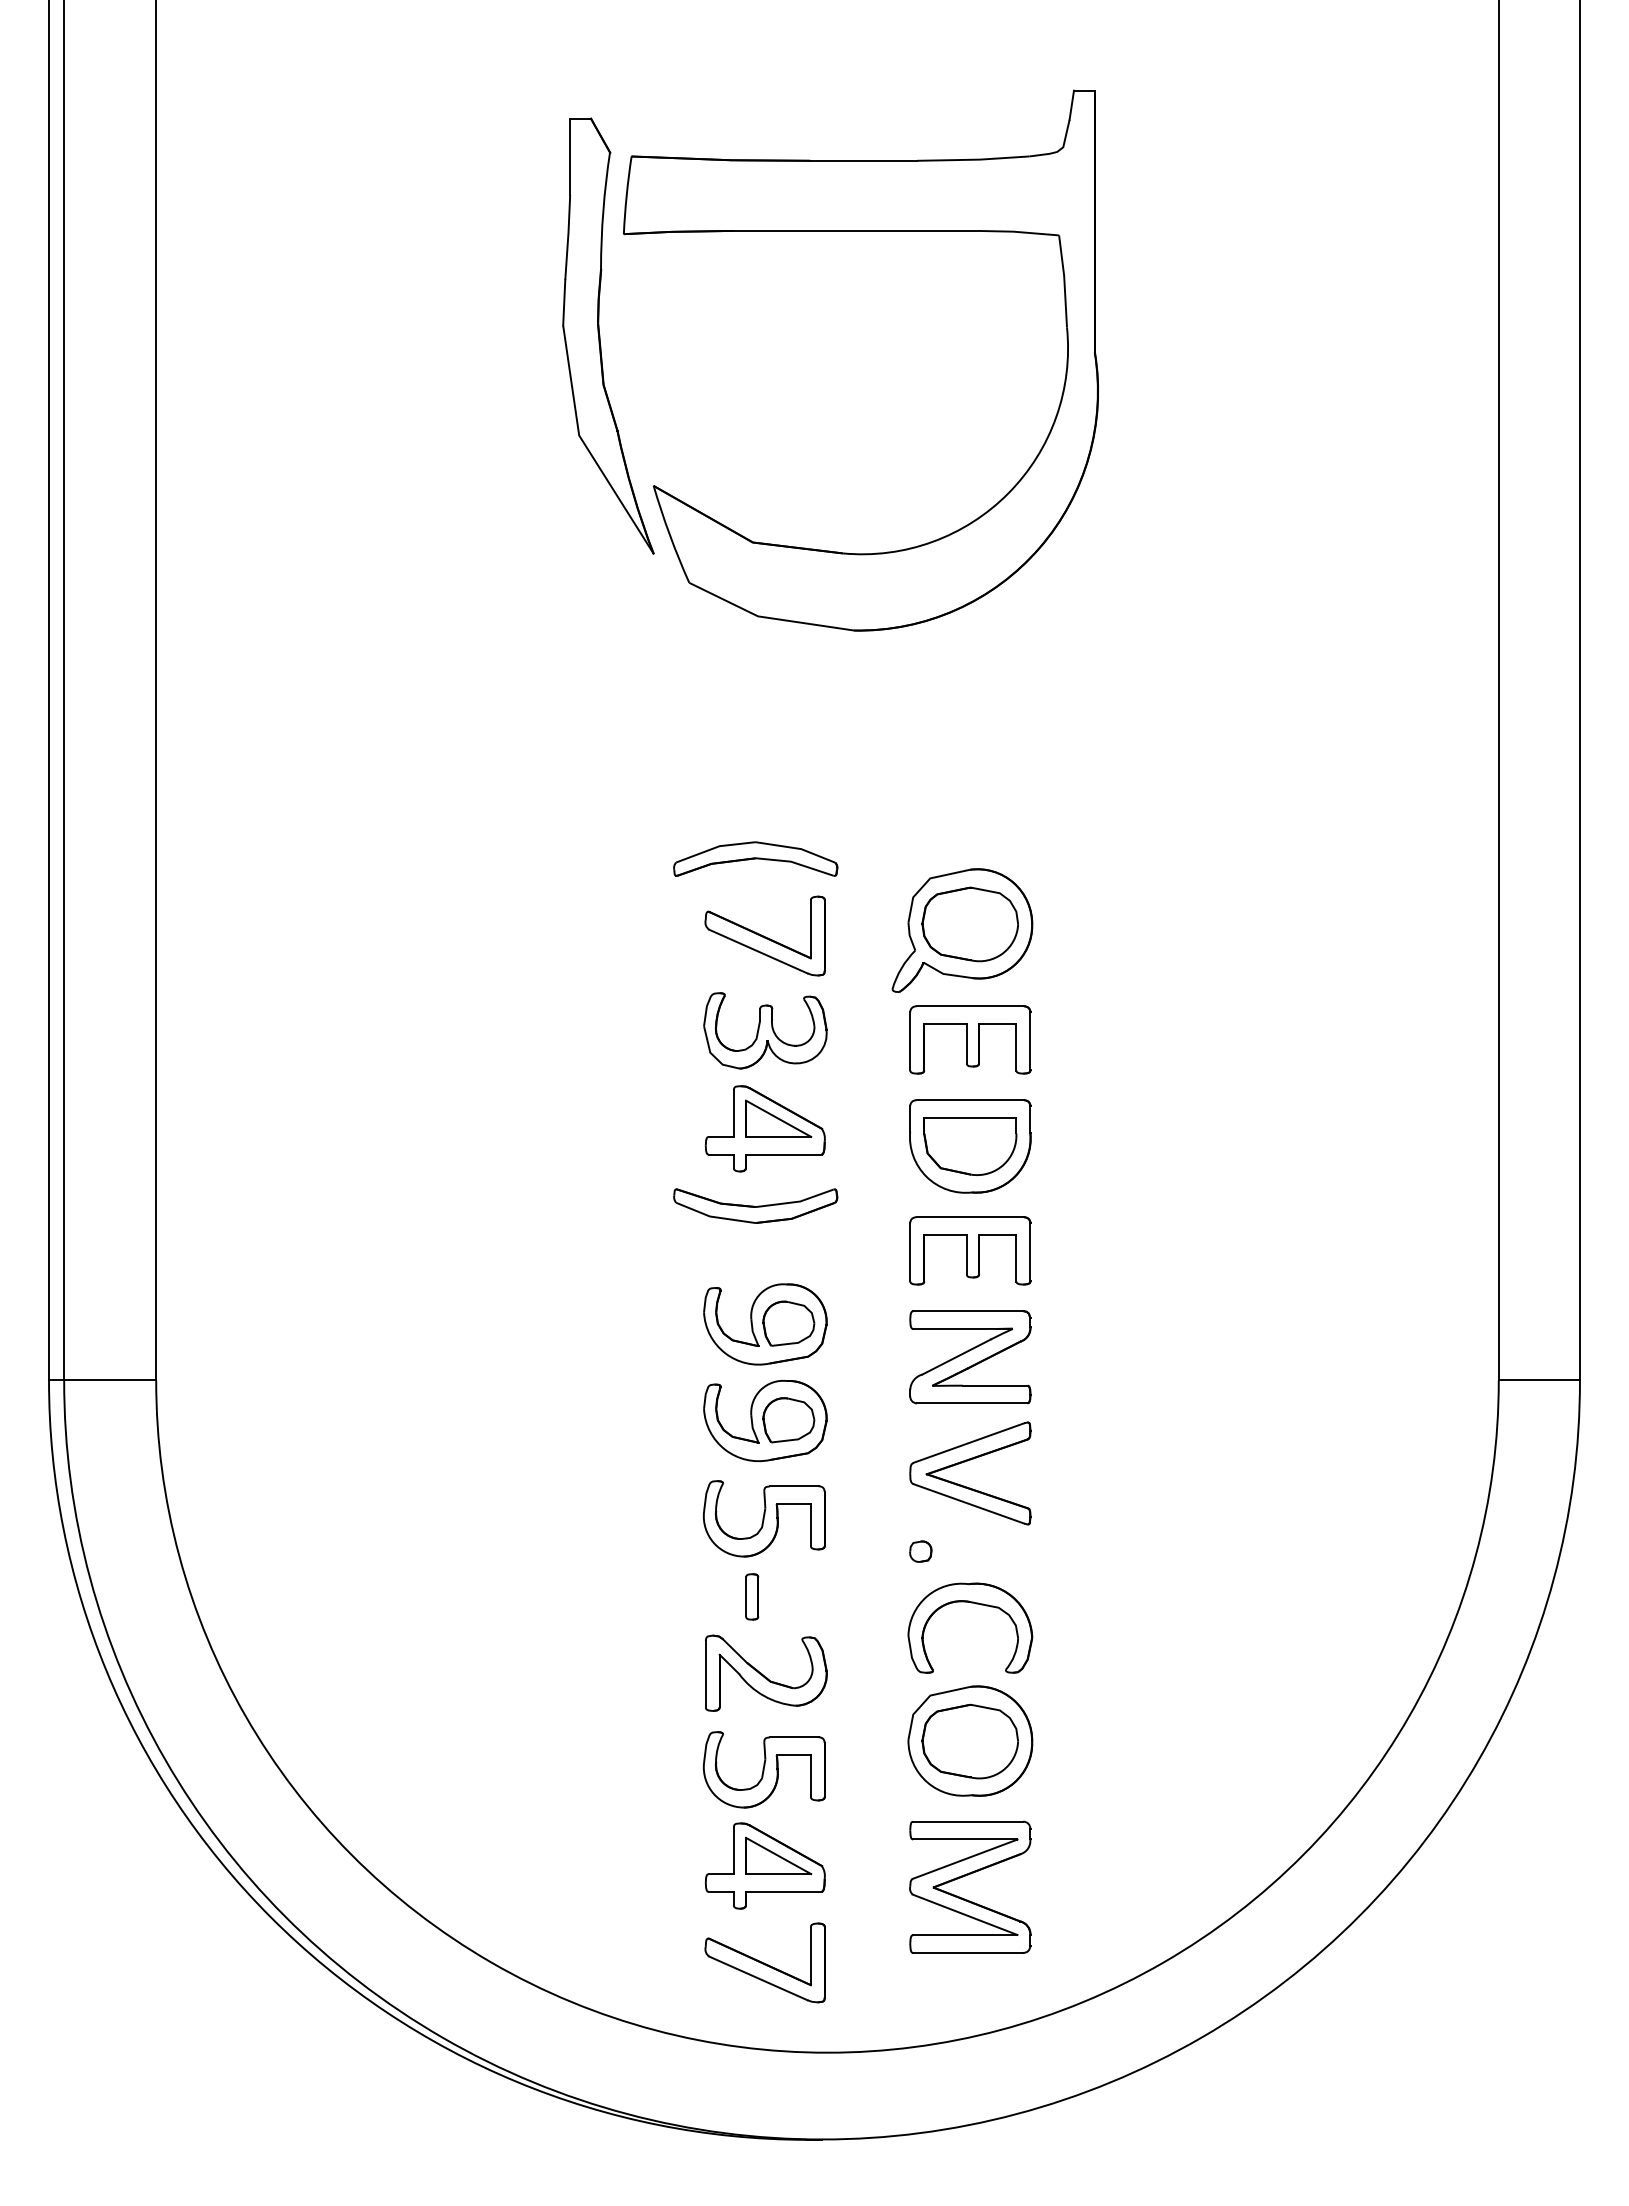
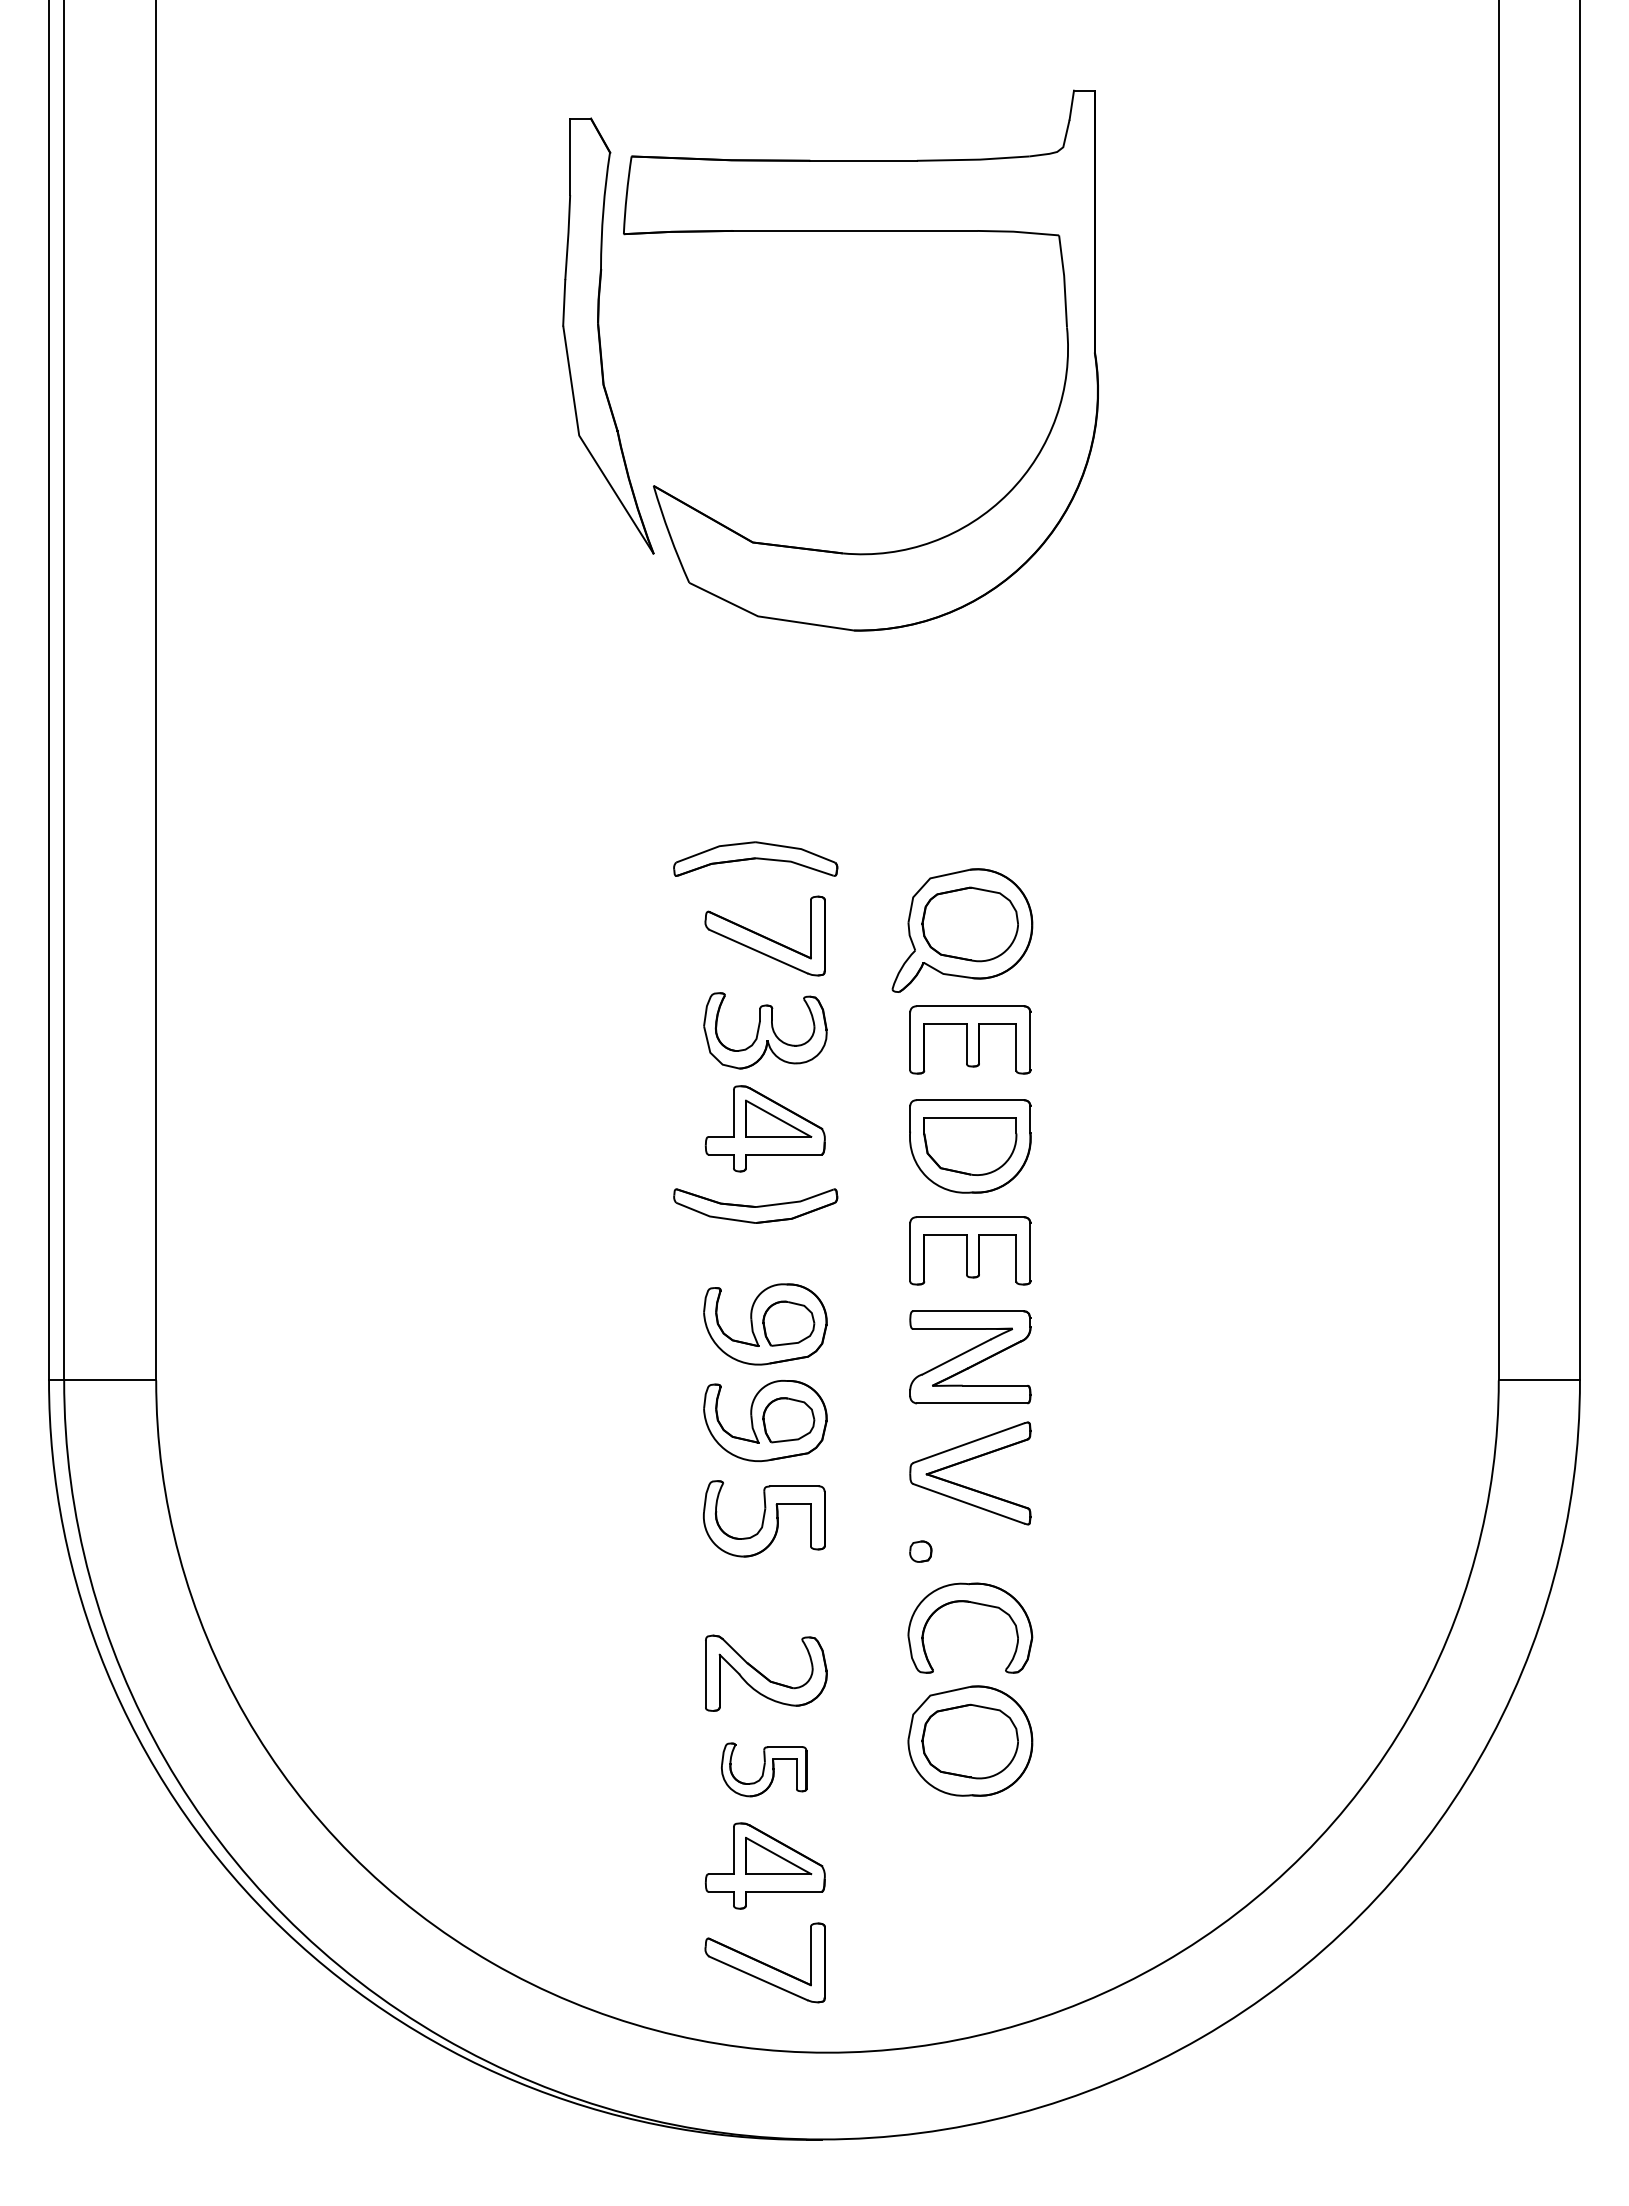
part at (752, 1596): present -> none
part at (763, 1769) size: 124x78 px -> 87x56 px
part at (968, 1875): present -> none
